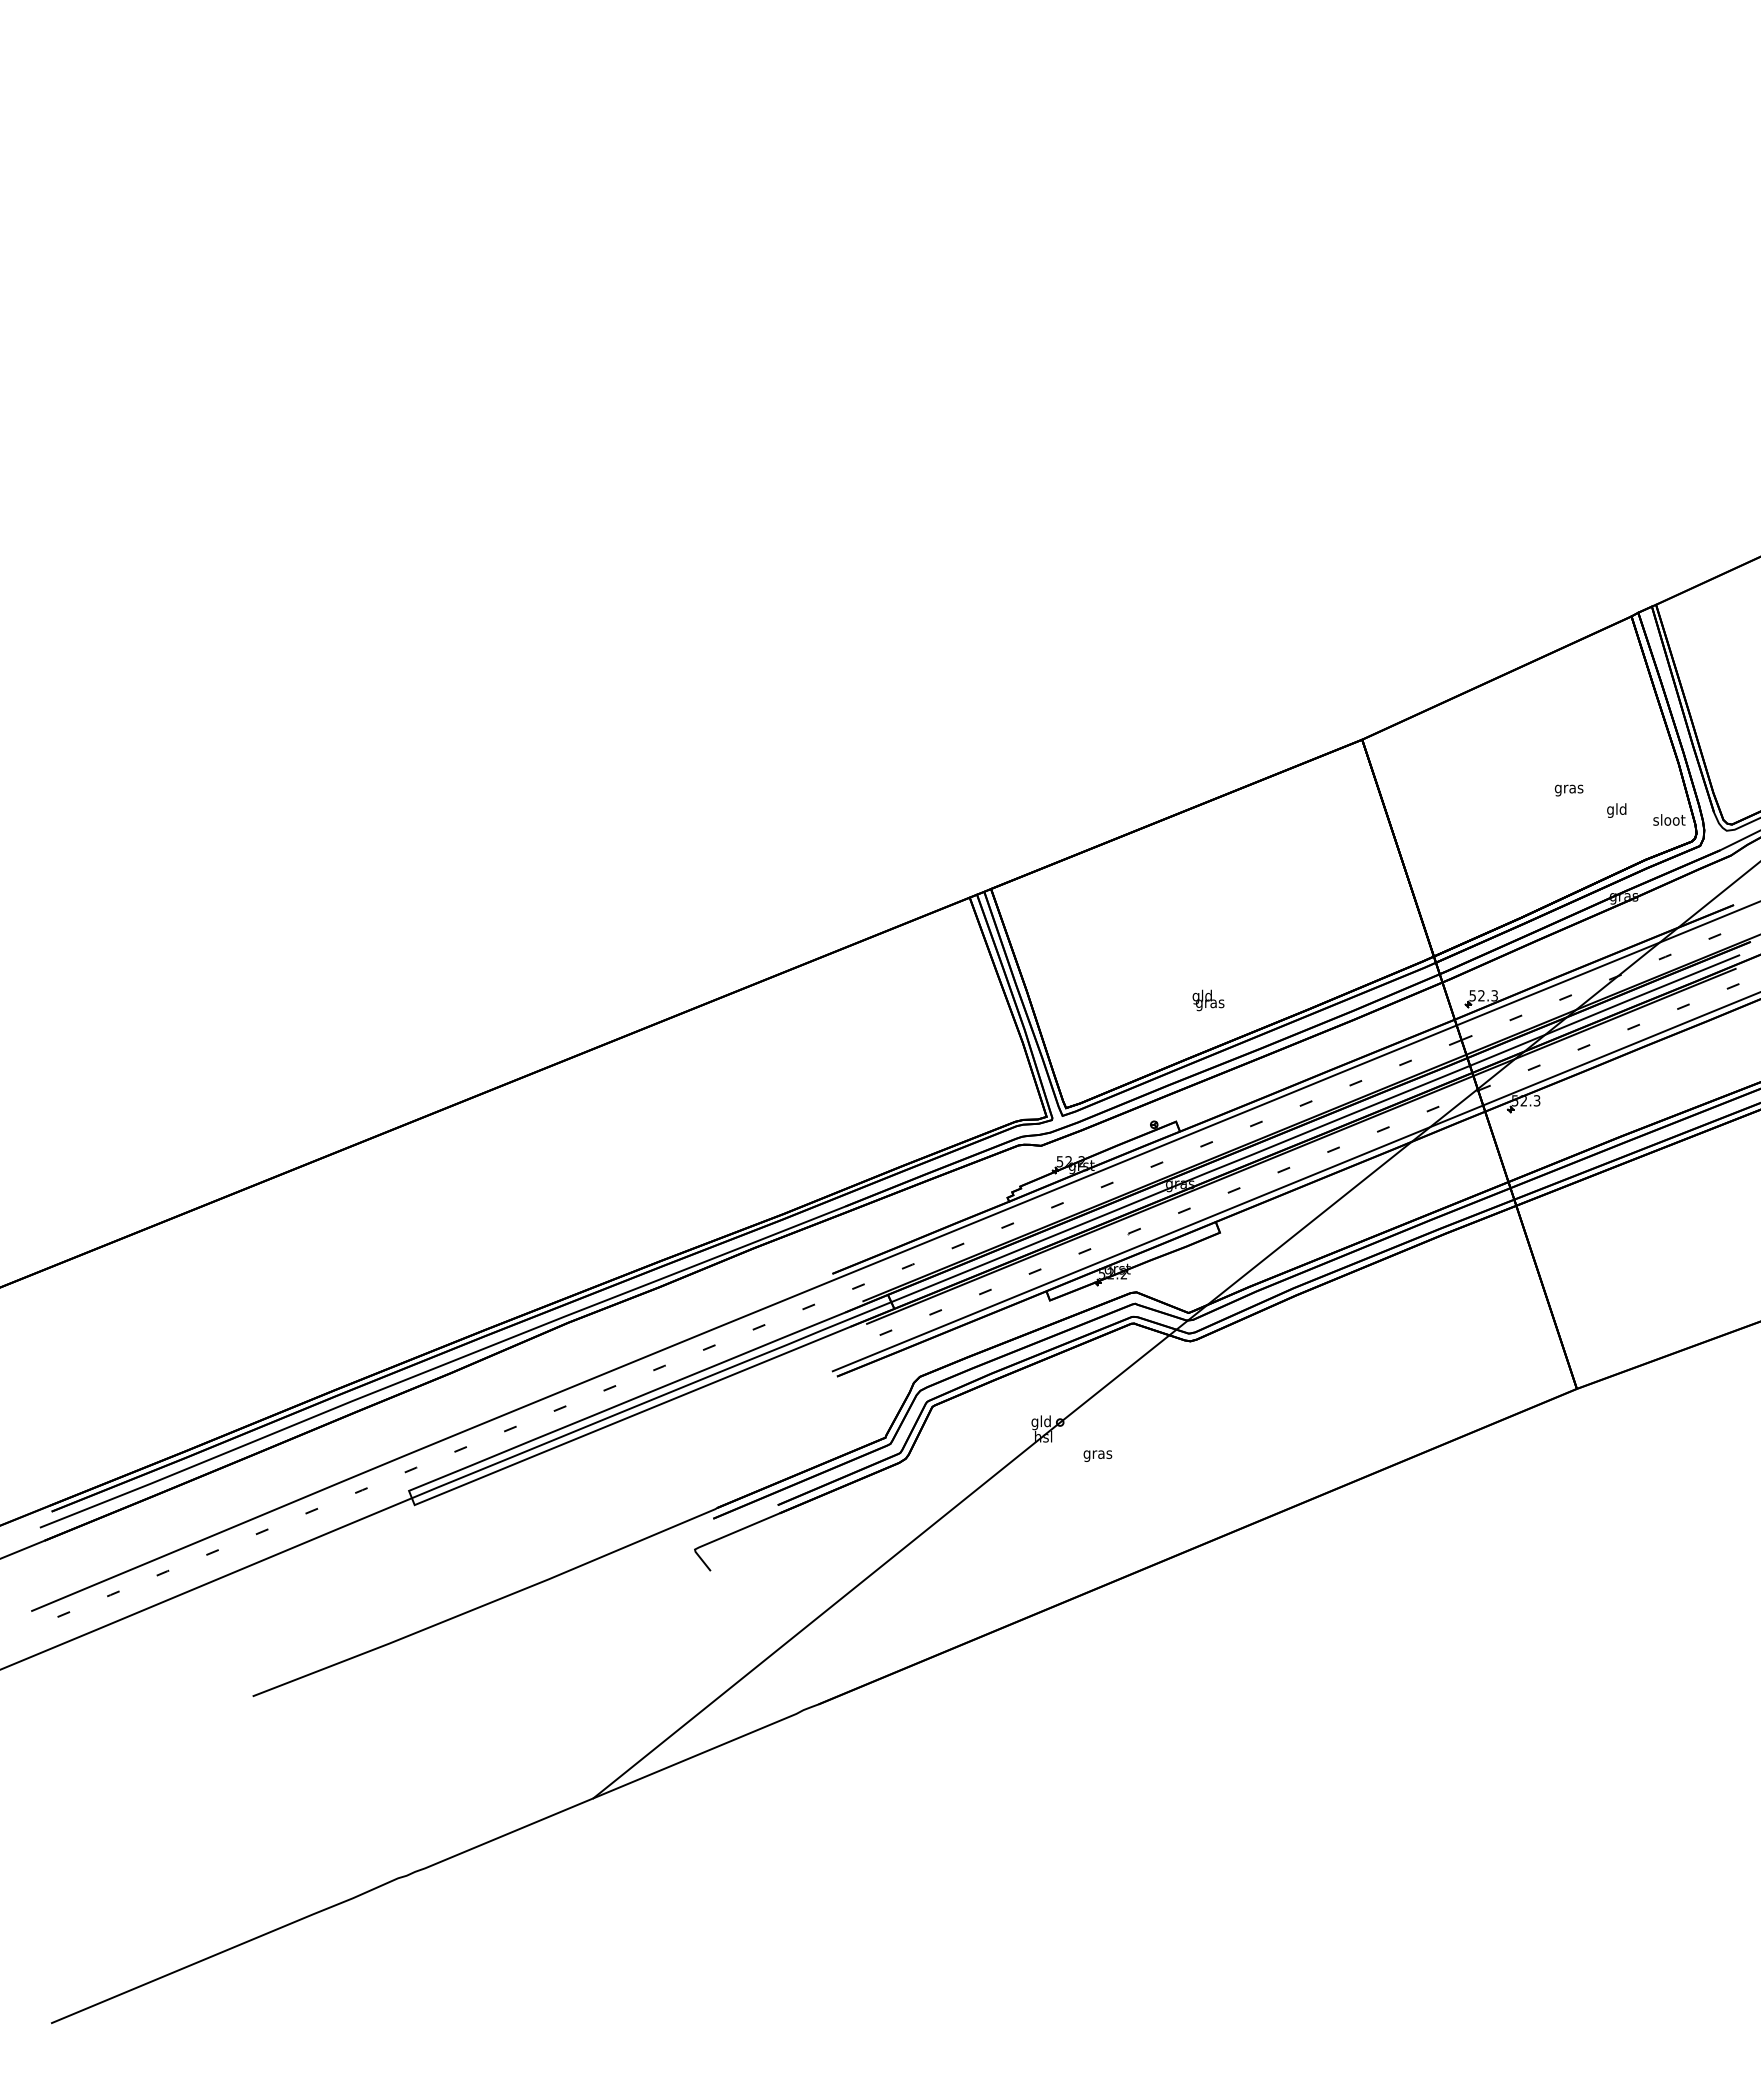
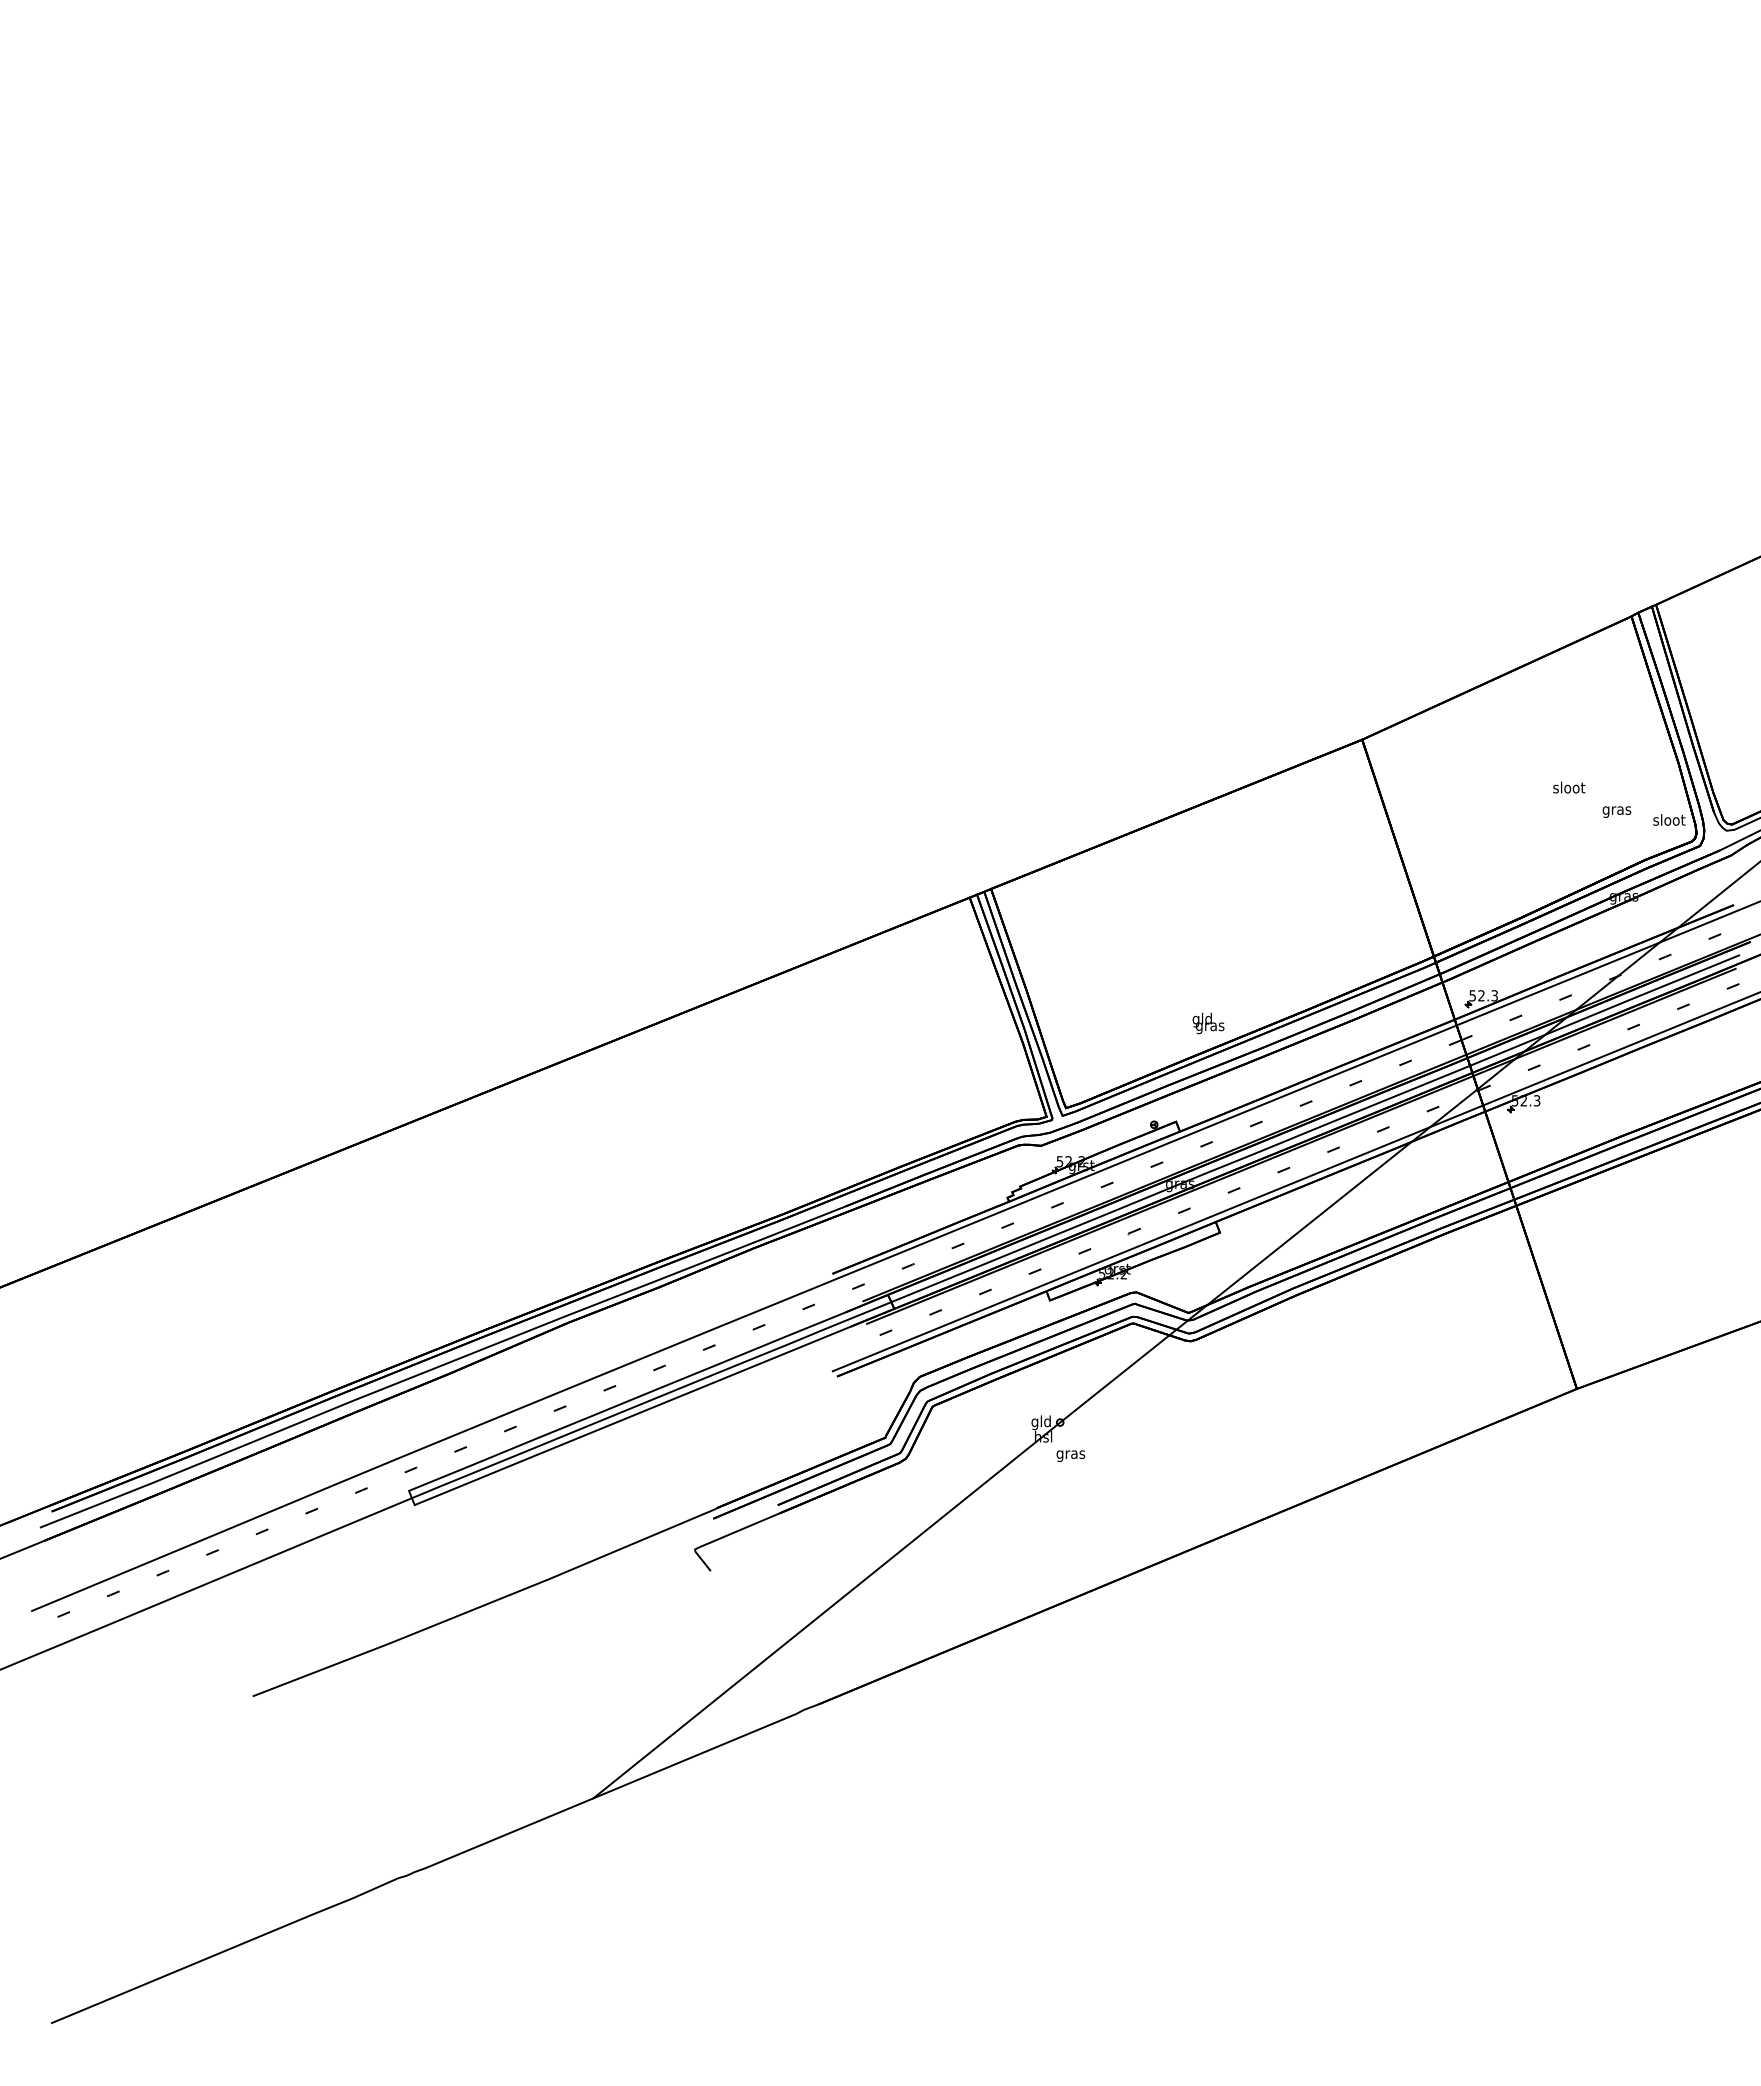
text at (1569, 788): gras -> sloot
text at (1616, 810): gld -> gras
text at (1208, 1000) position: (1208, 1000) -> (1208, 1023)
text at (1097, 1455) position: (1097, 1455) -> (1070, 1455)
